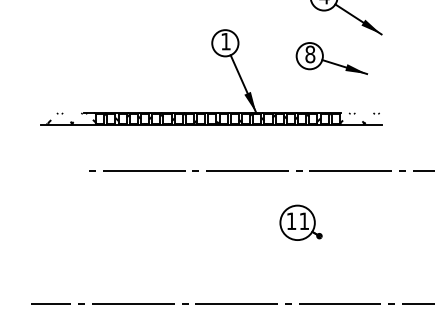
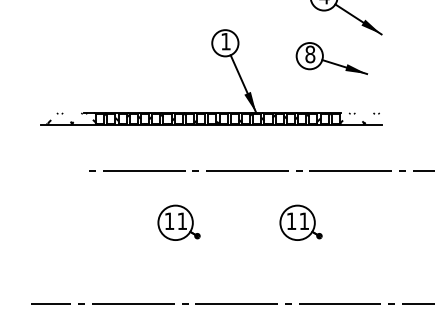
part at (178, 222): none -> present
